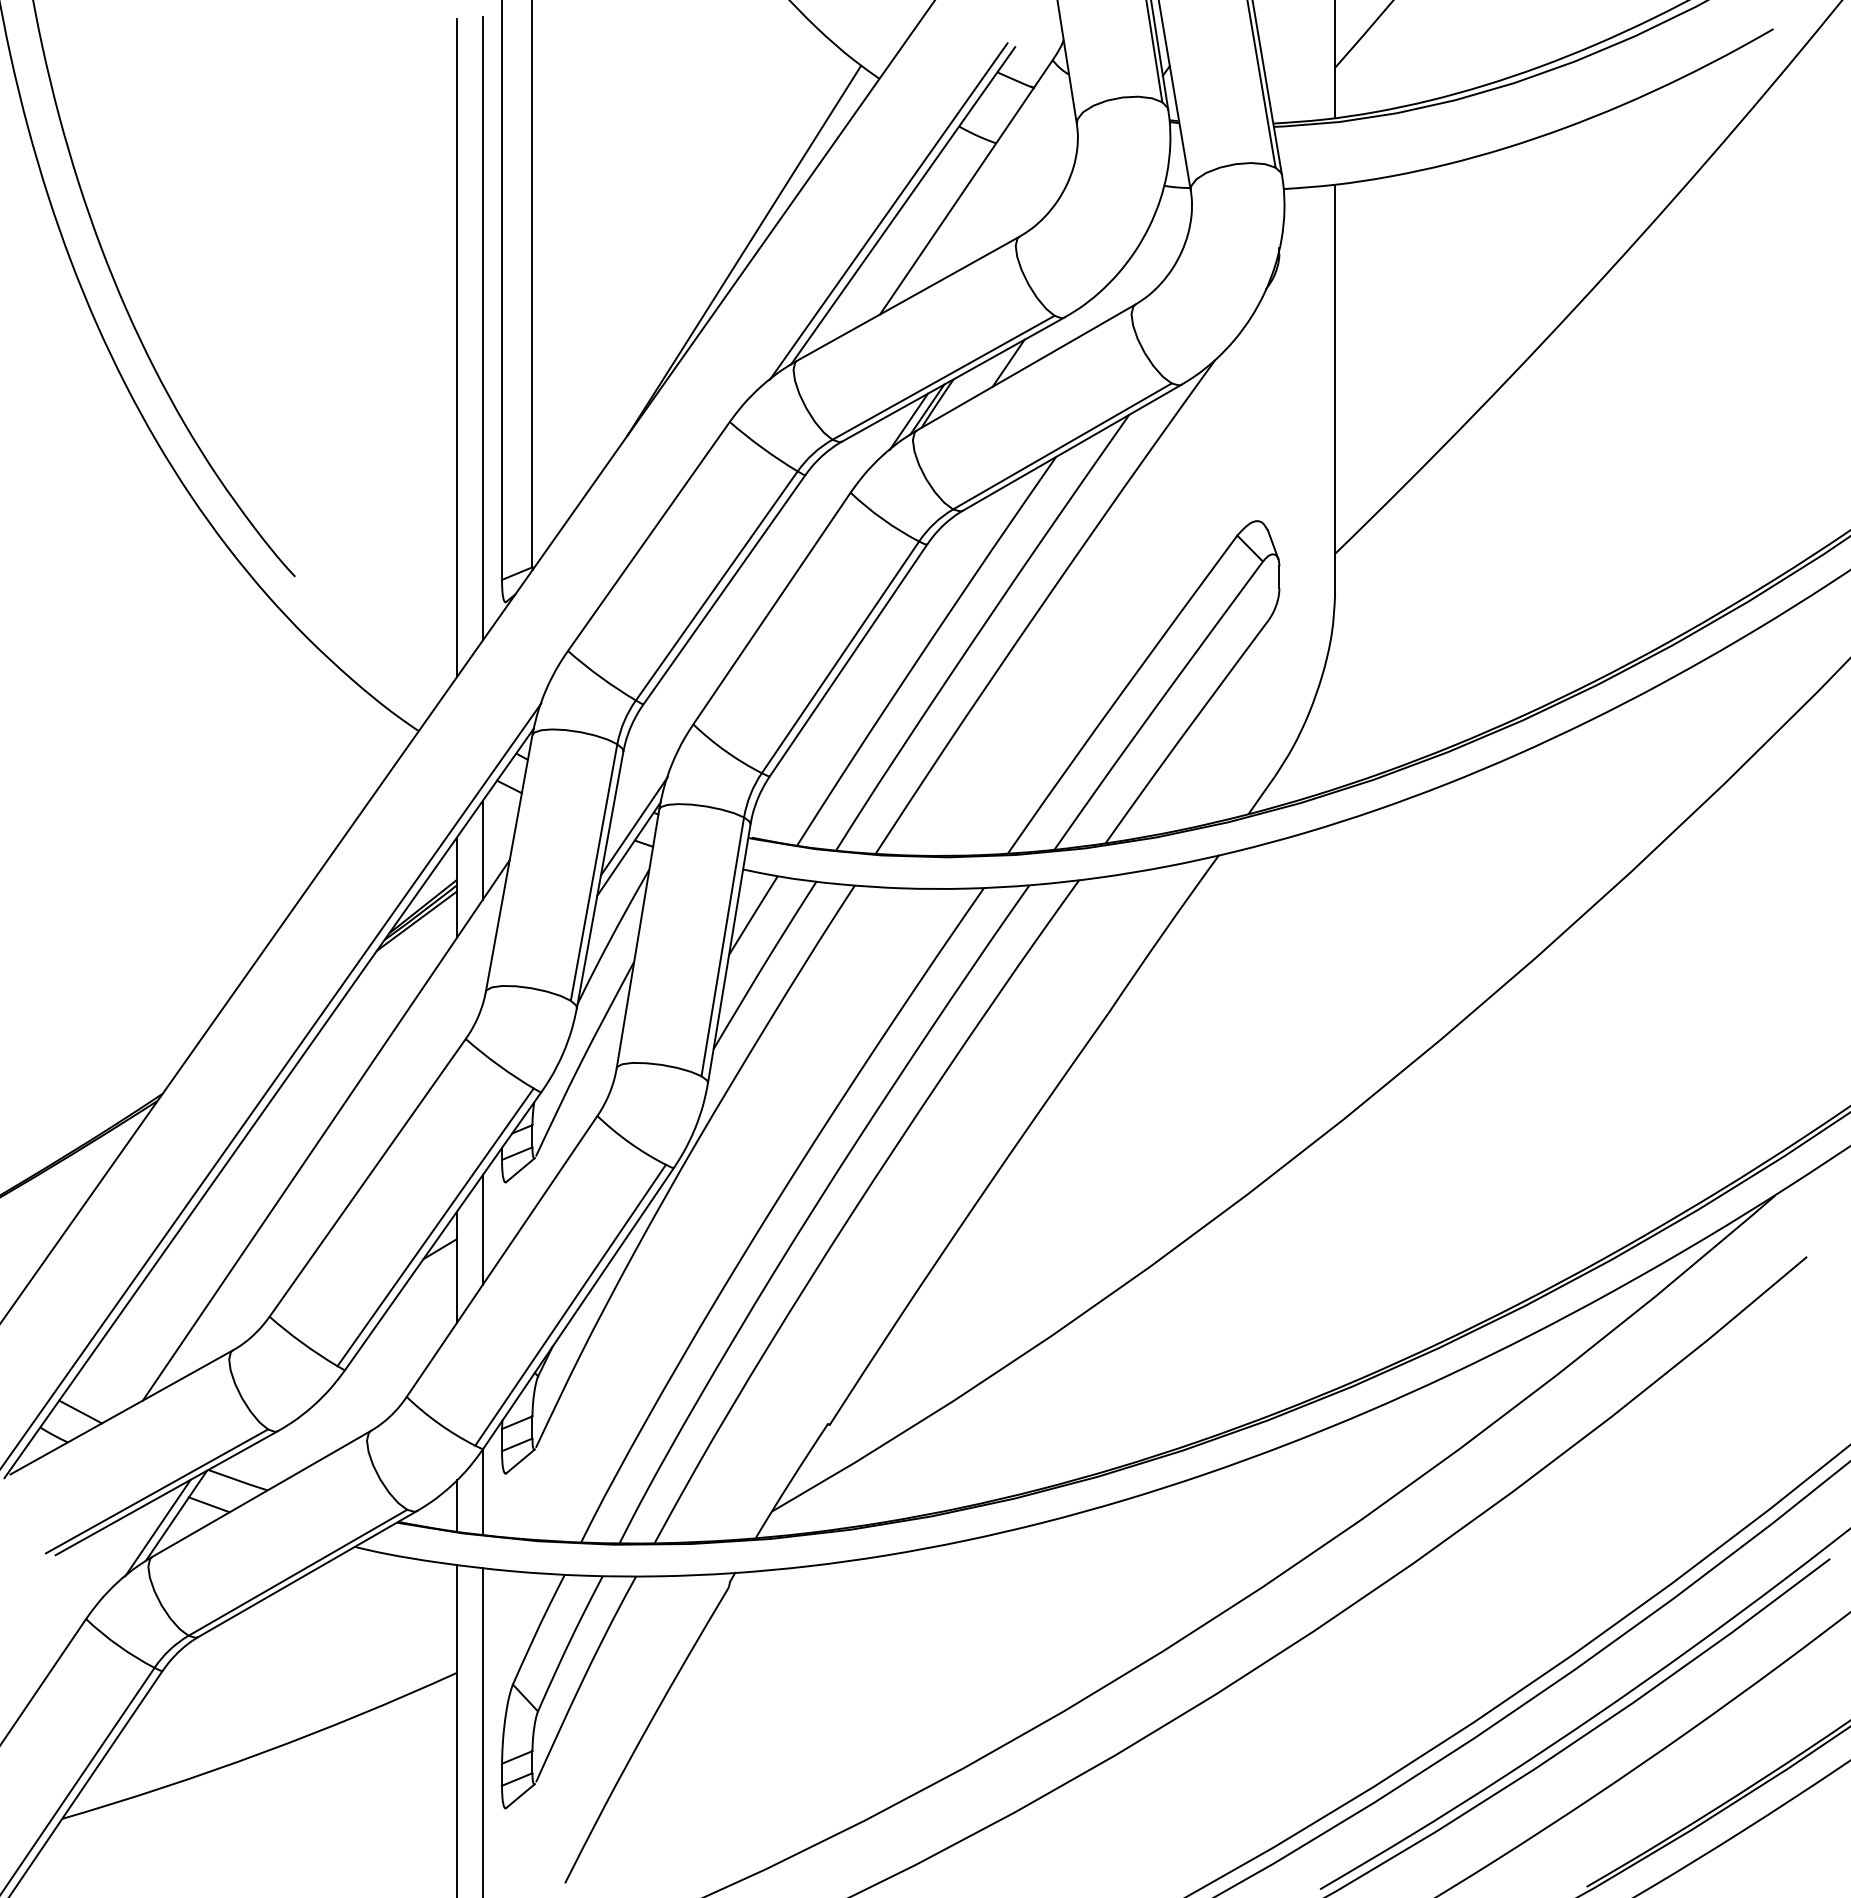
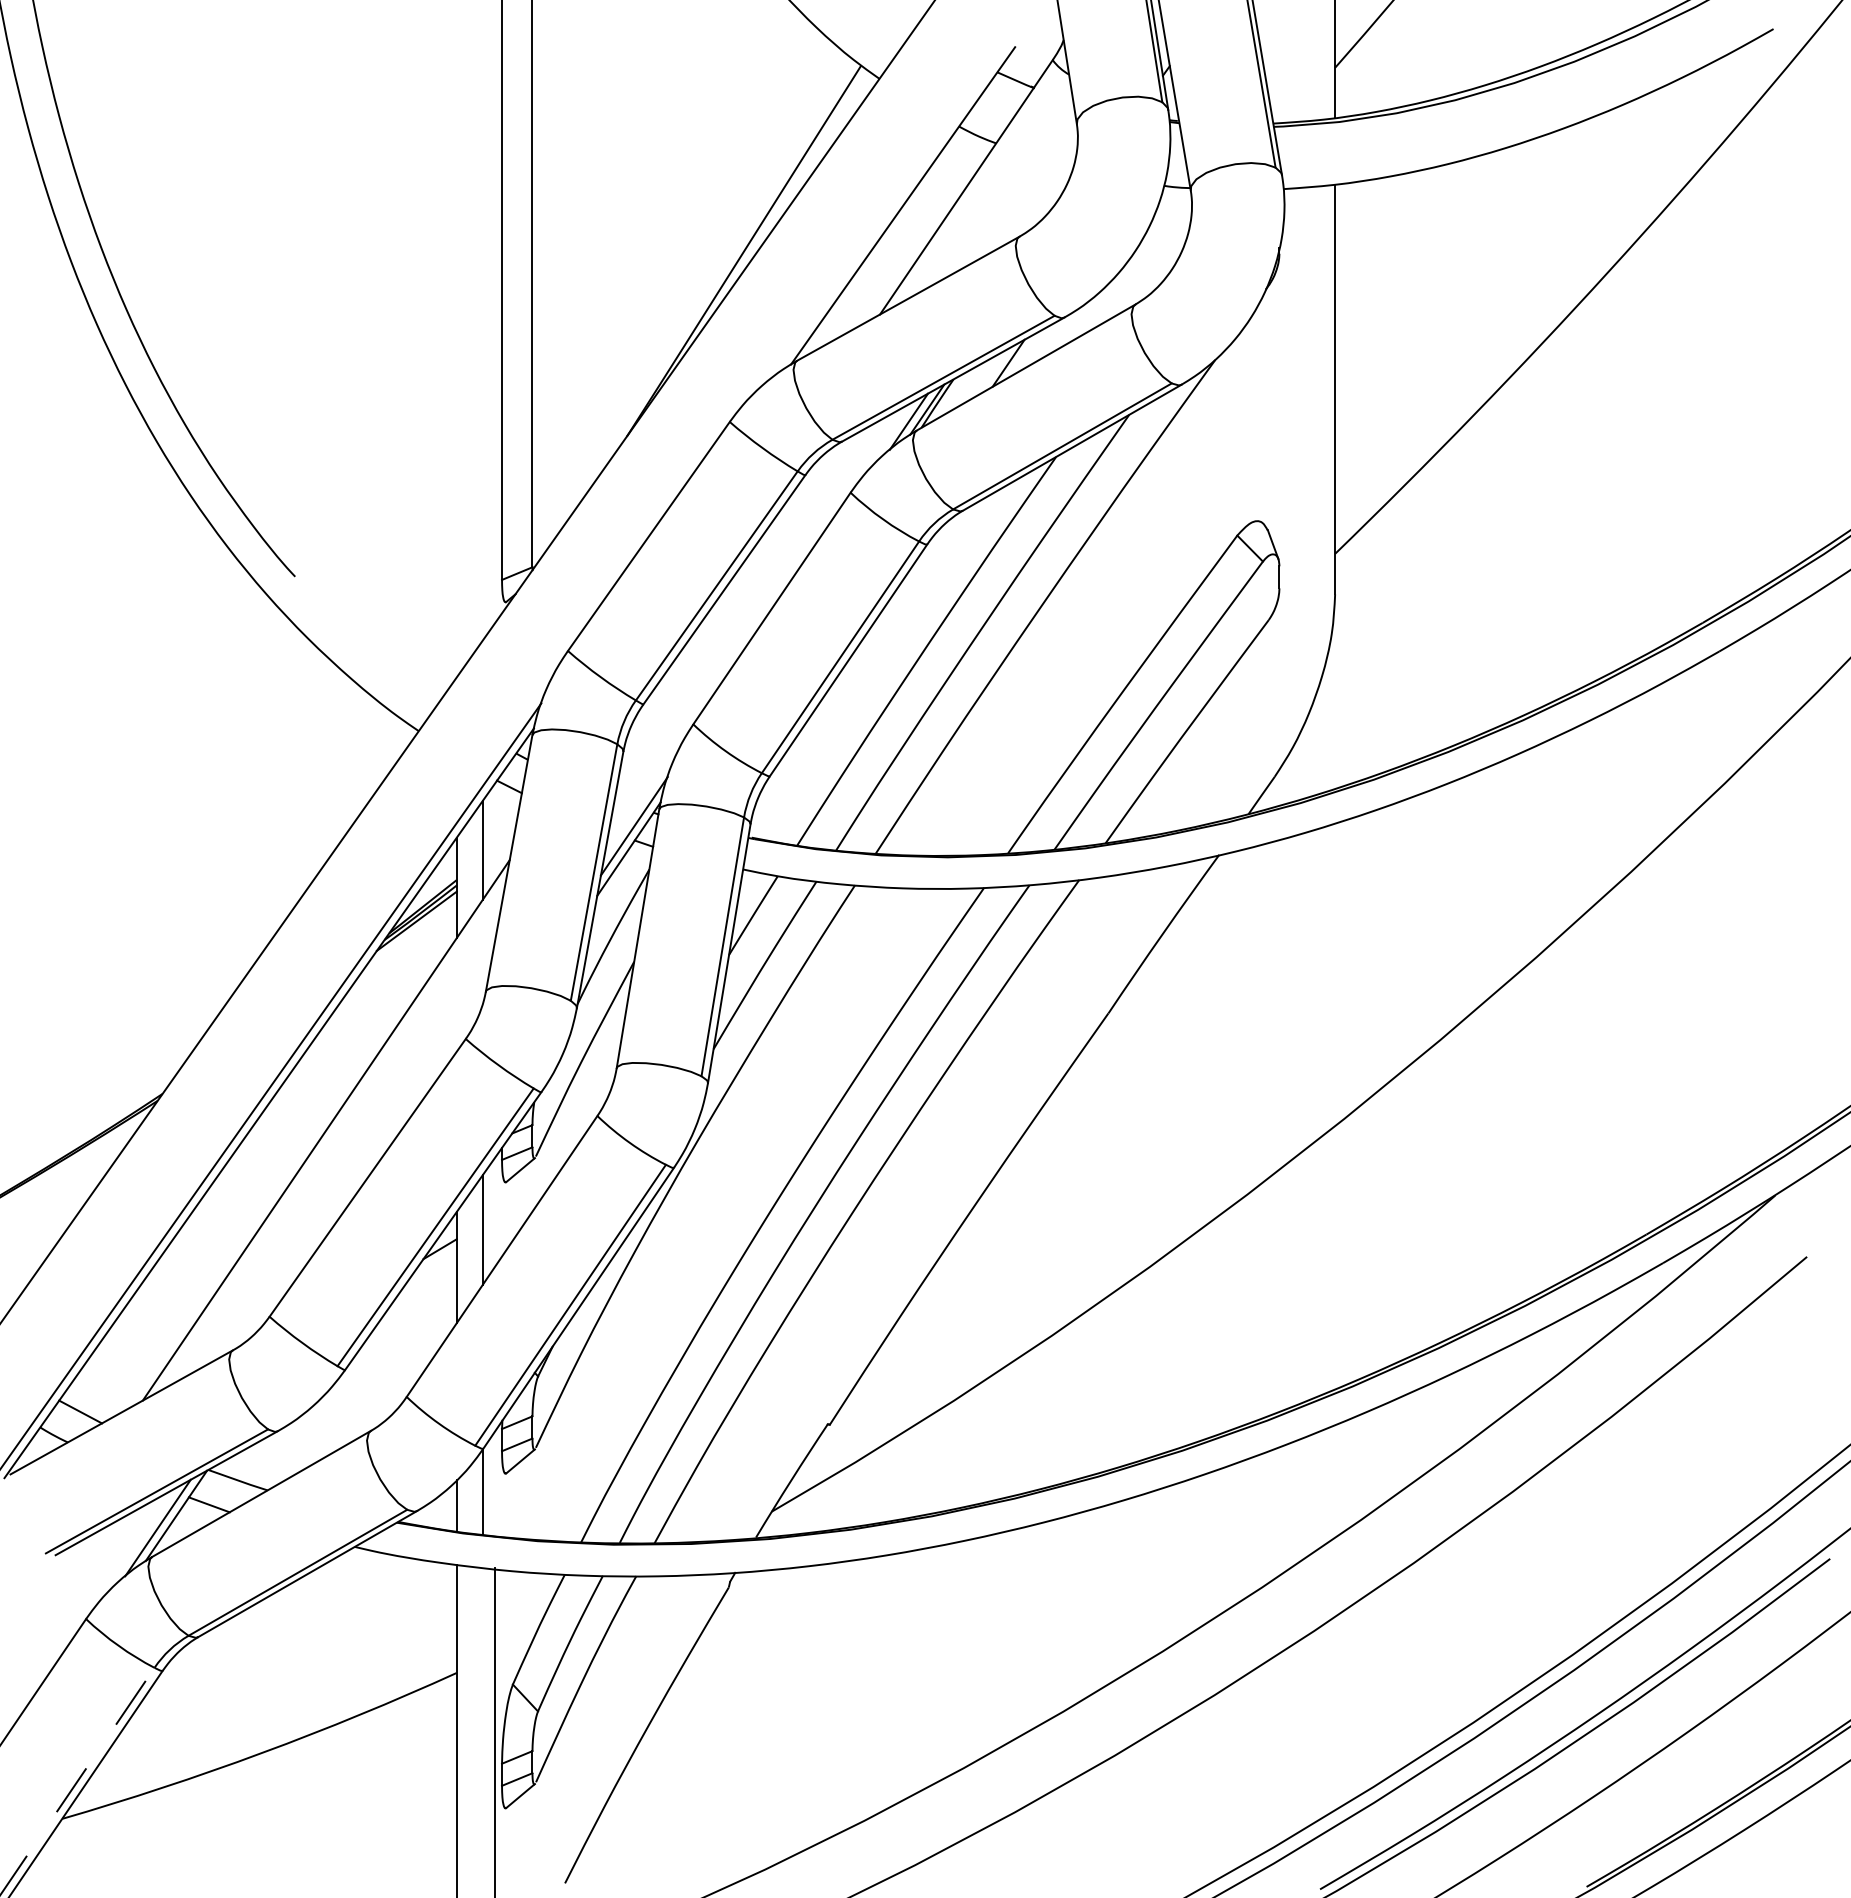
line at (888, 211): present -> none
line at (482, 328): present -> none
line at (456, 348): present -> none
line at (482, 1730) position: (482, 1730) -> (494, 1730)
line at (77, 1781): solid -> dashed
